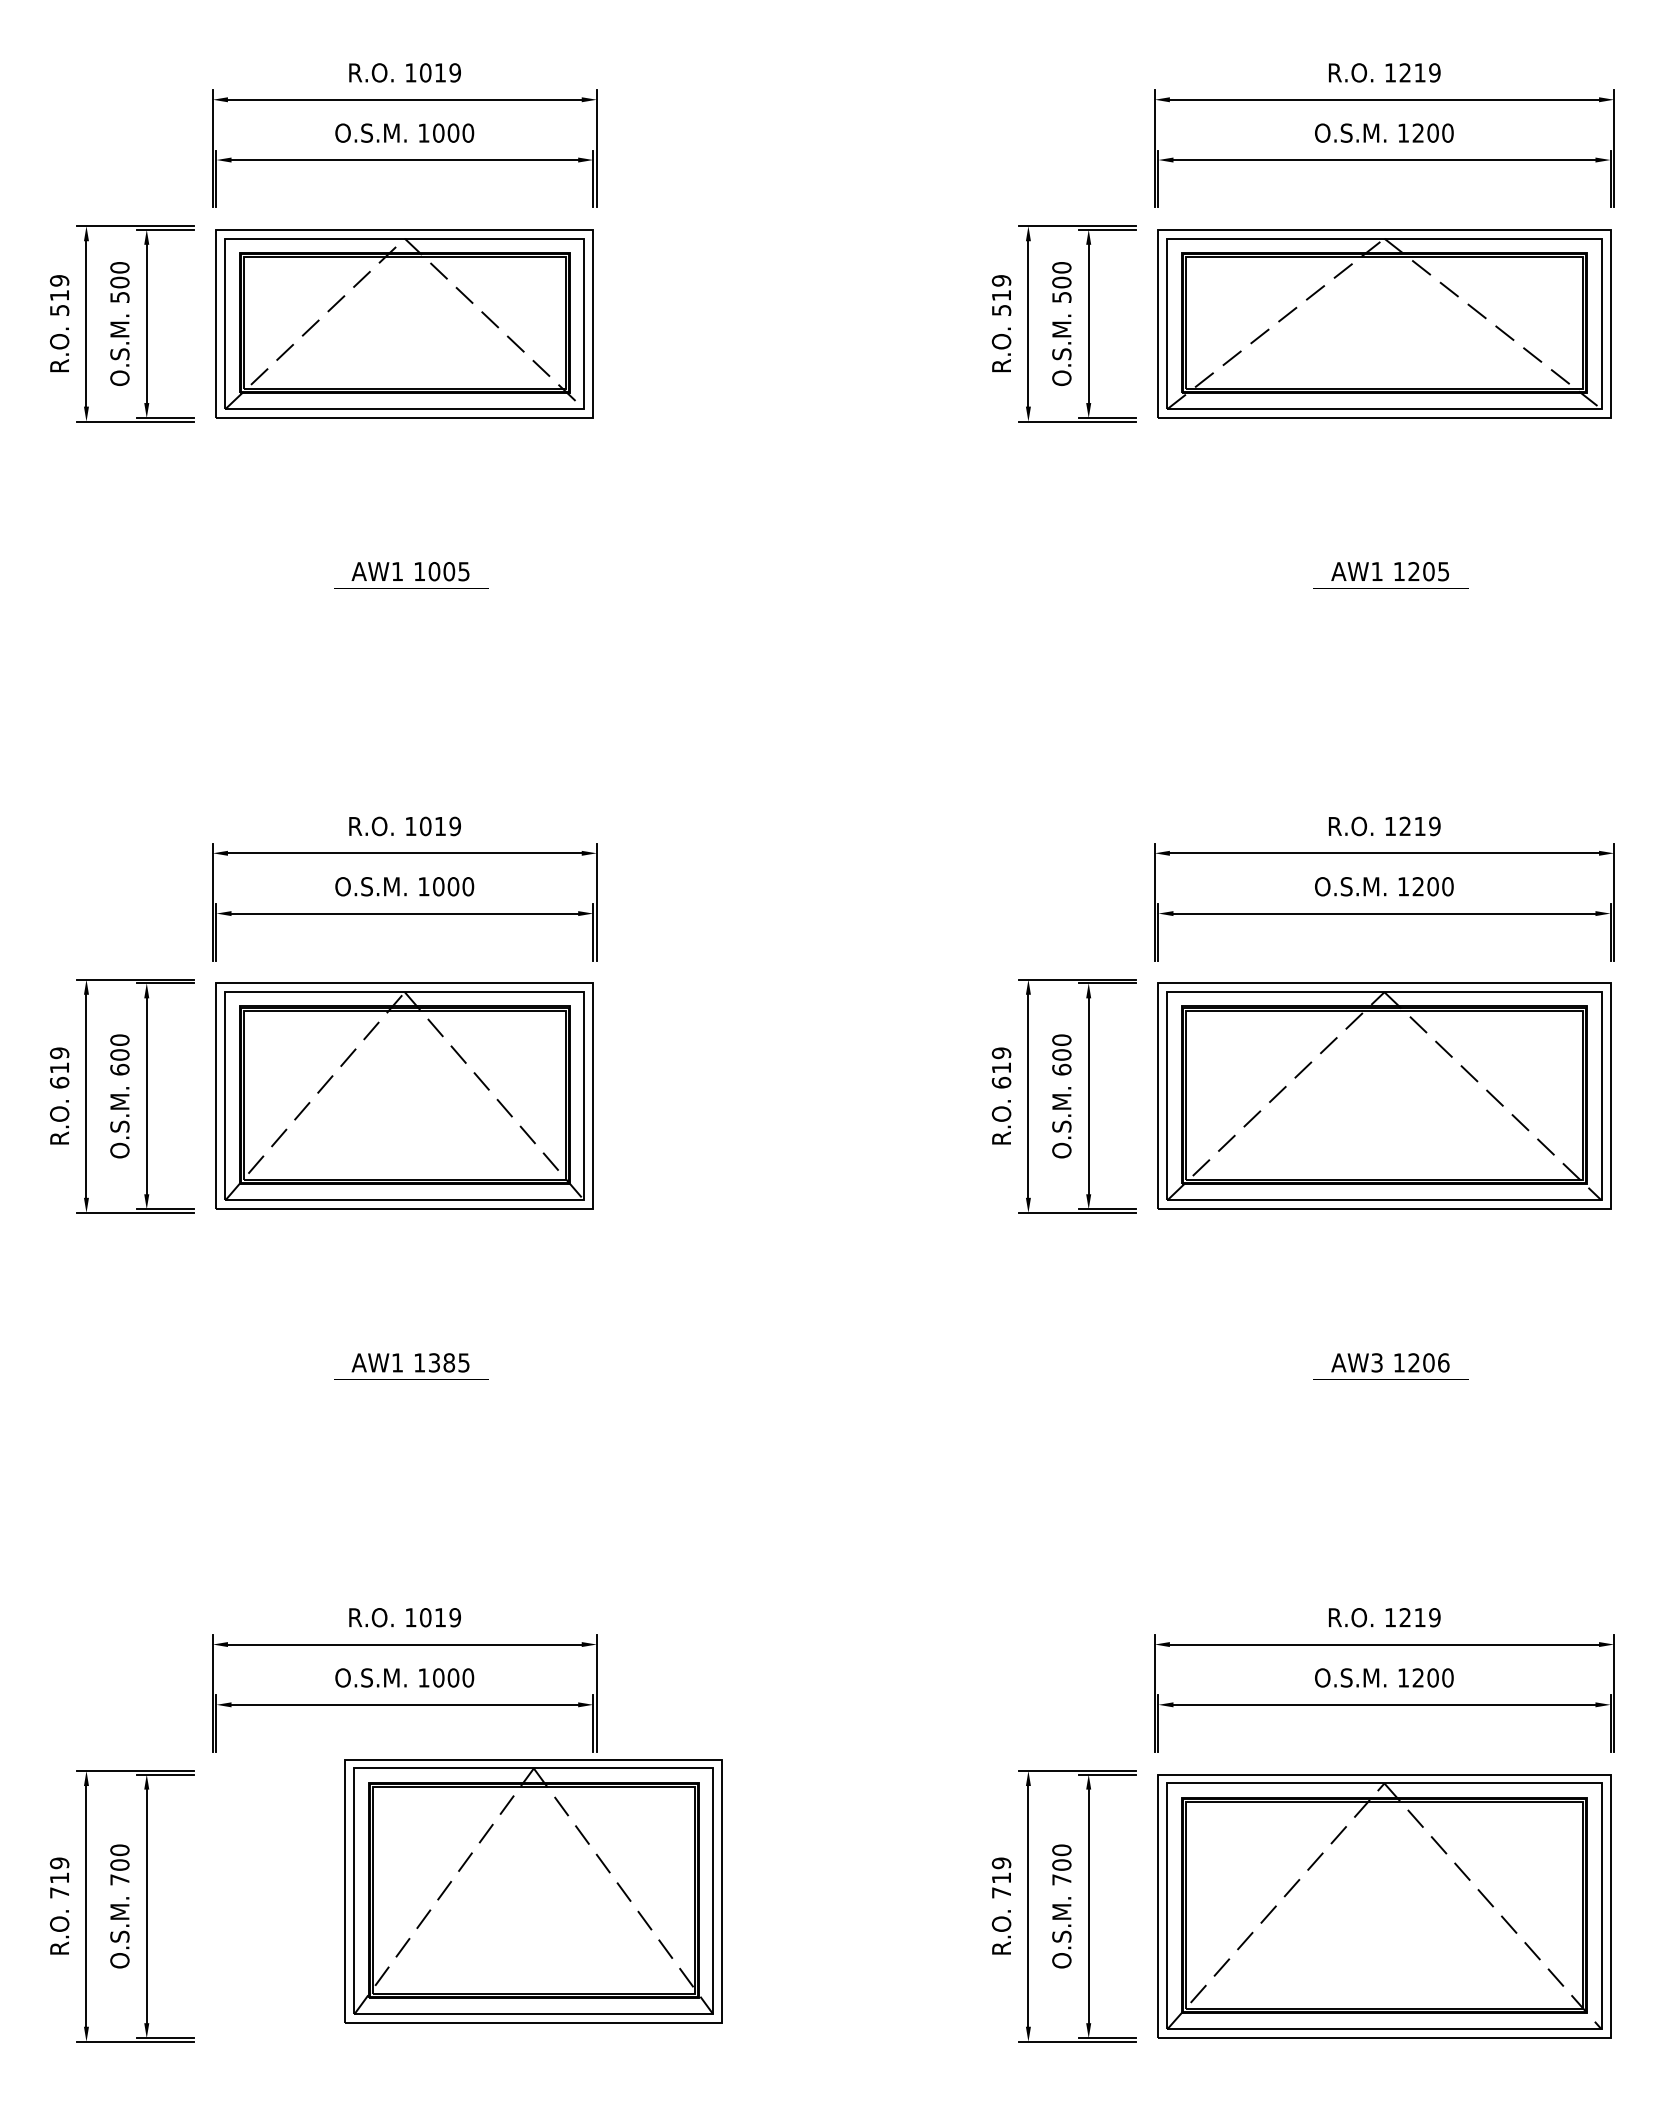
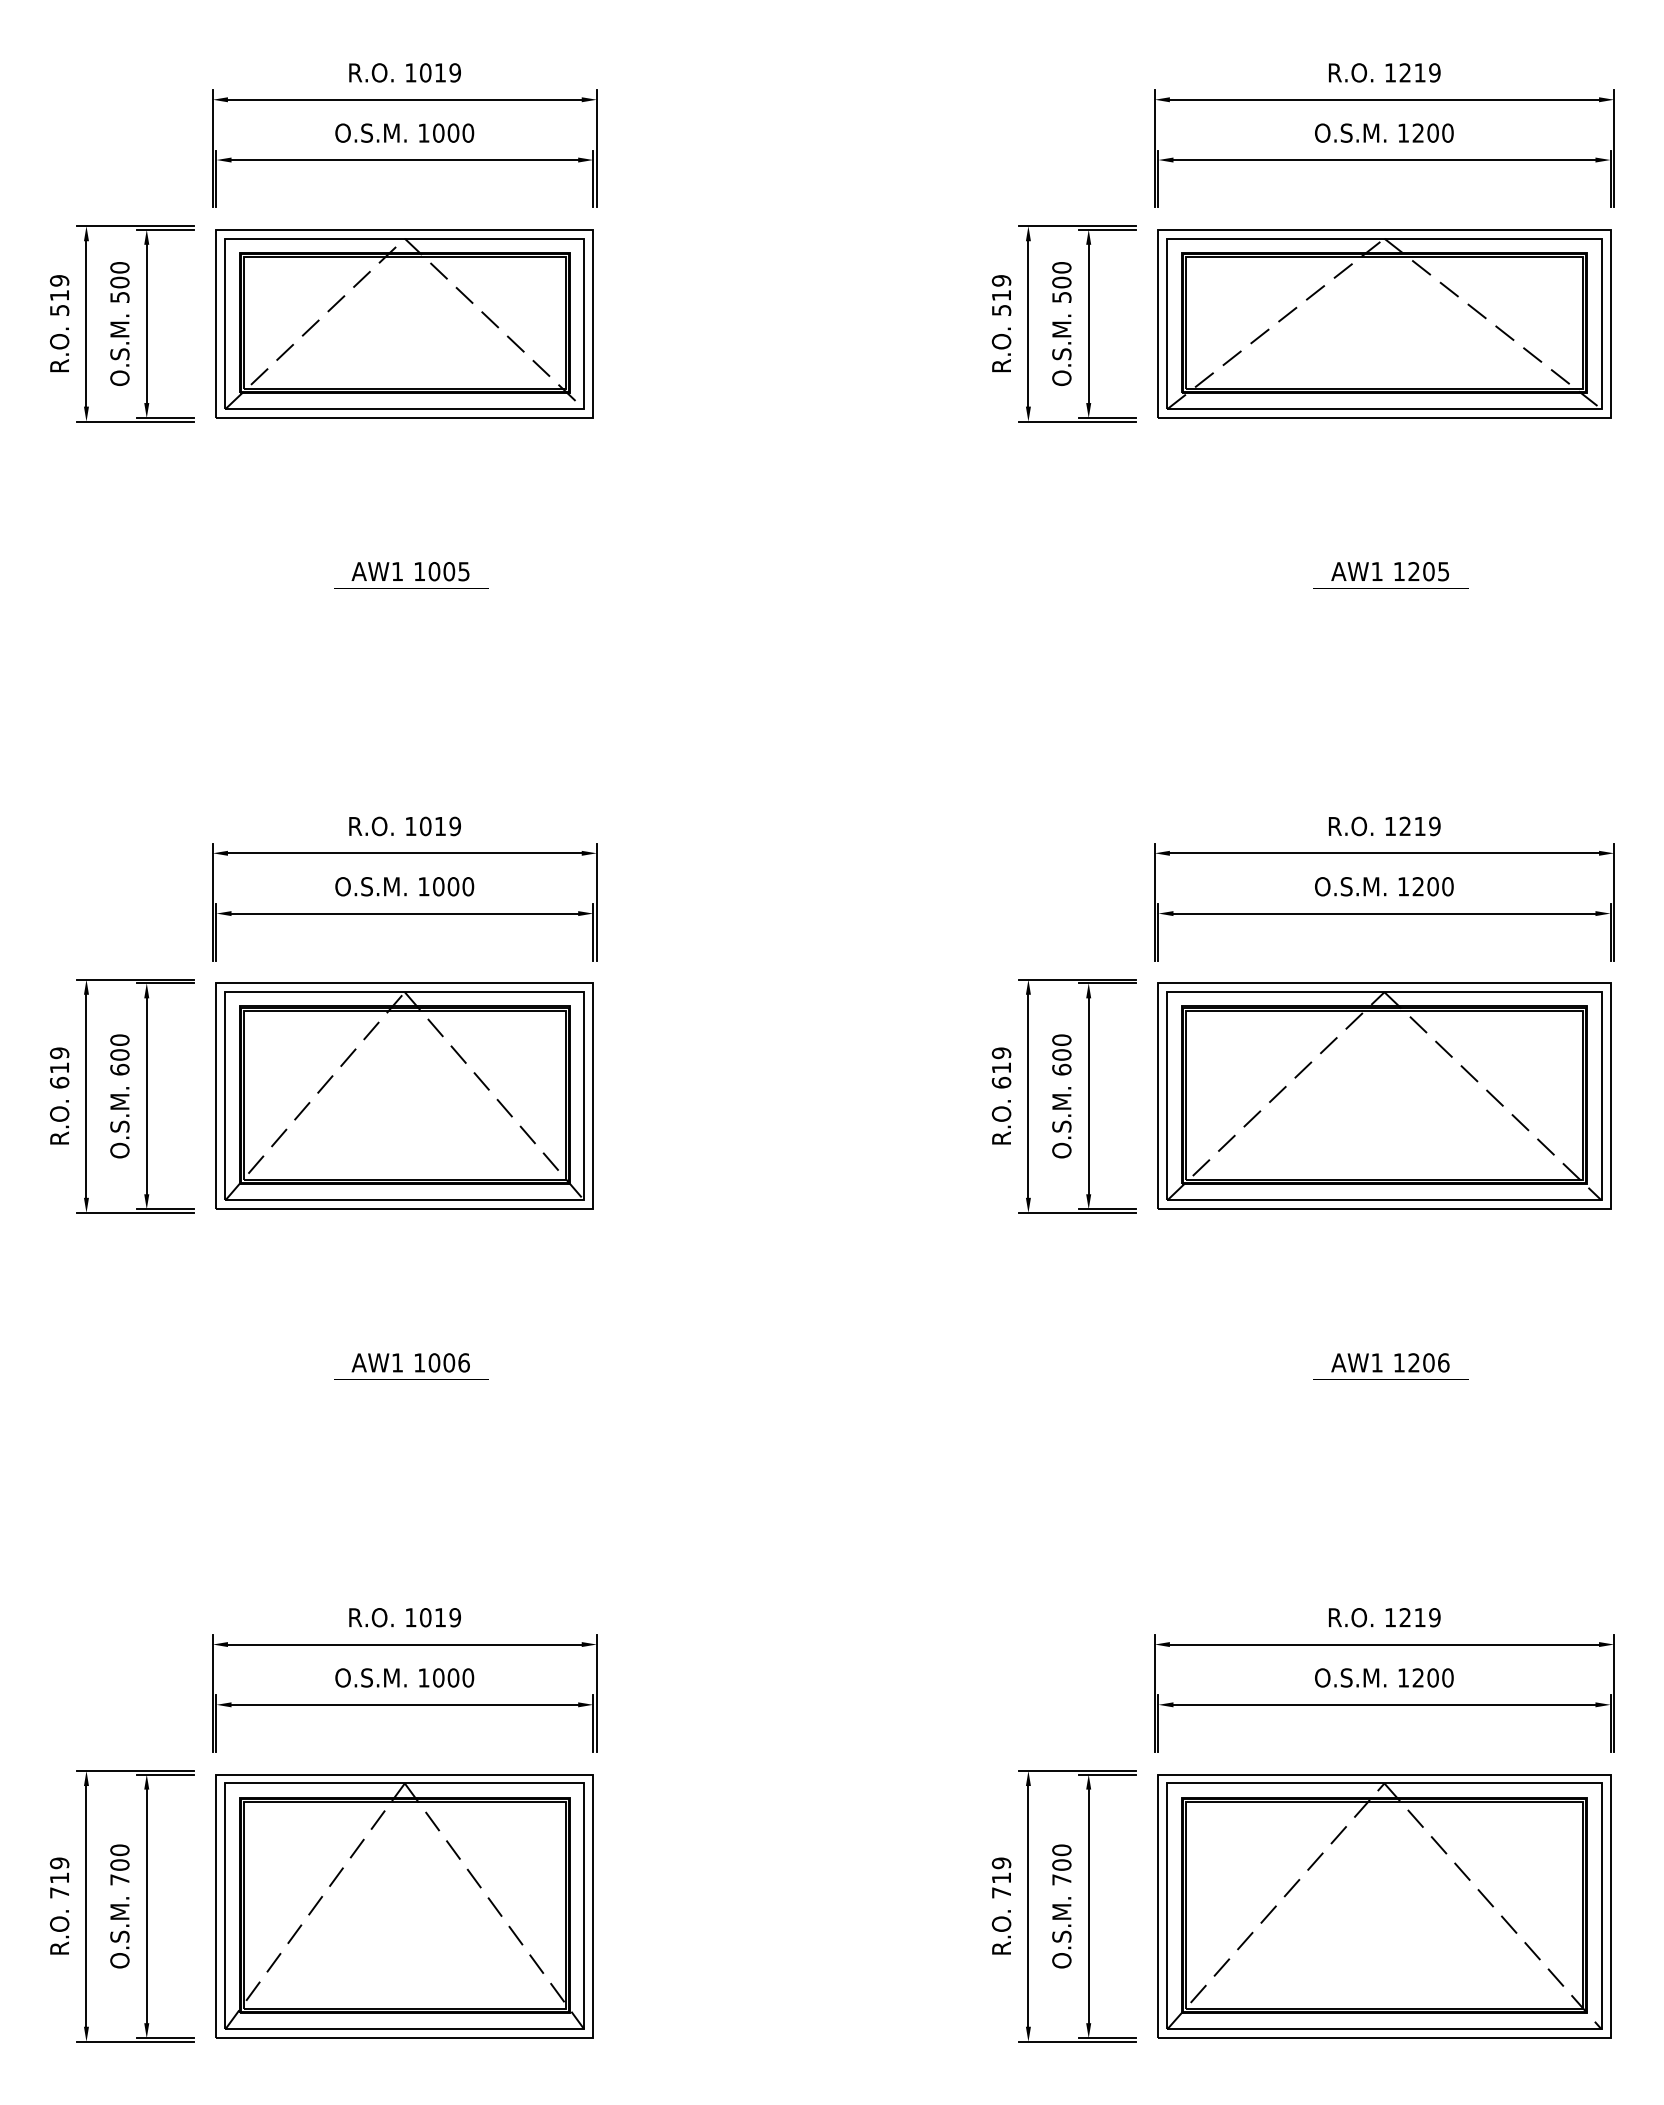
text at (448, 1362): 1385 -> 1006
text at (1376, 1362): AW3 -> AW1
part at (533, 1891) position: (533, 1891) -> (404, 1906)
